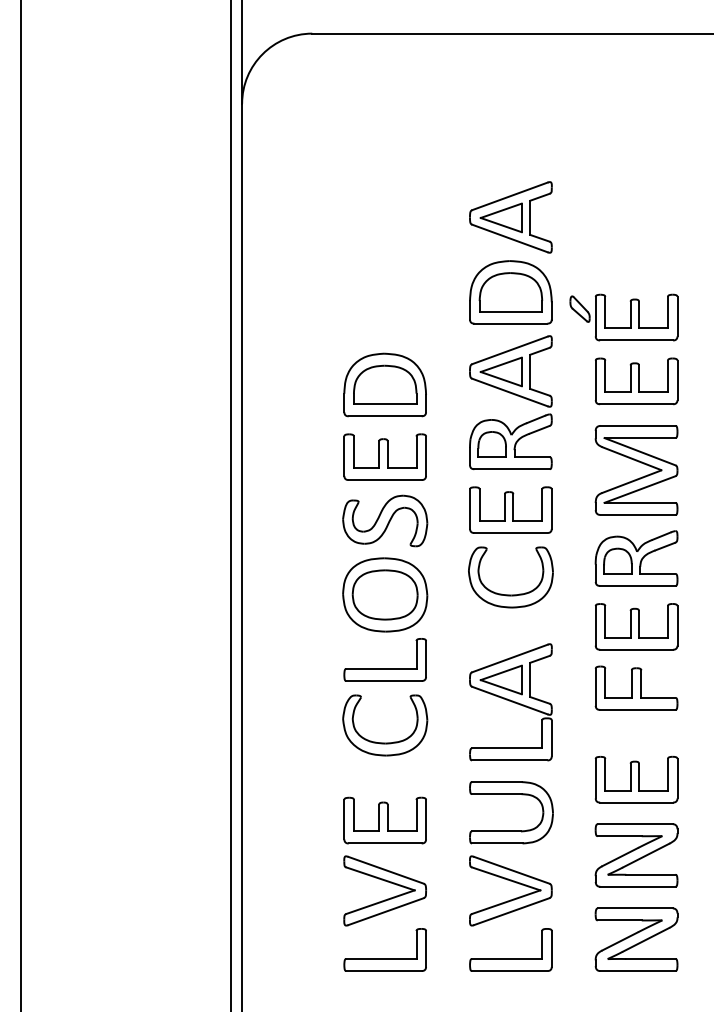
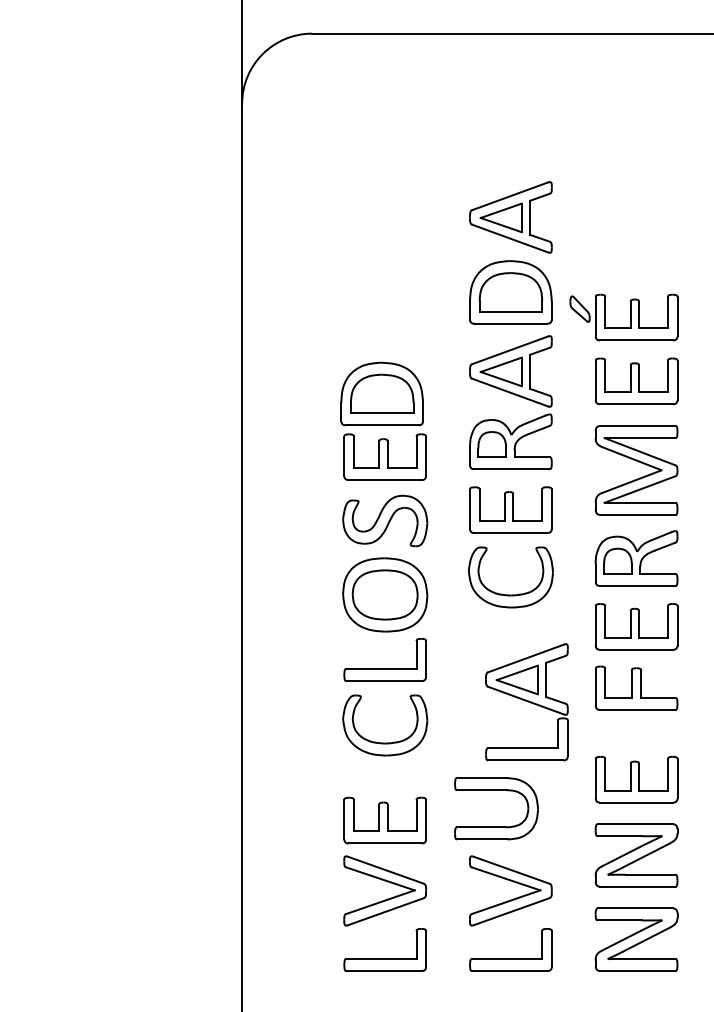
part at (384, 384) position: (384, 384) -> (381, 393)
line at (21, 505): present -> none
line at (231, 505): present -> none
part at (510, 702) position: (510, 702) -> (526, 702)
part at (511, 794) position: (511, 794) -> (496, 790)
